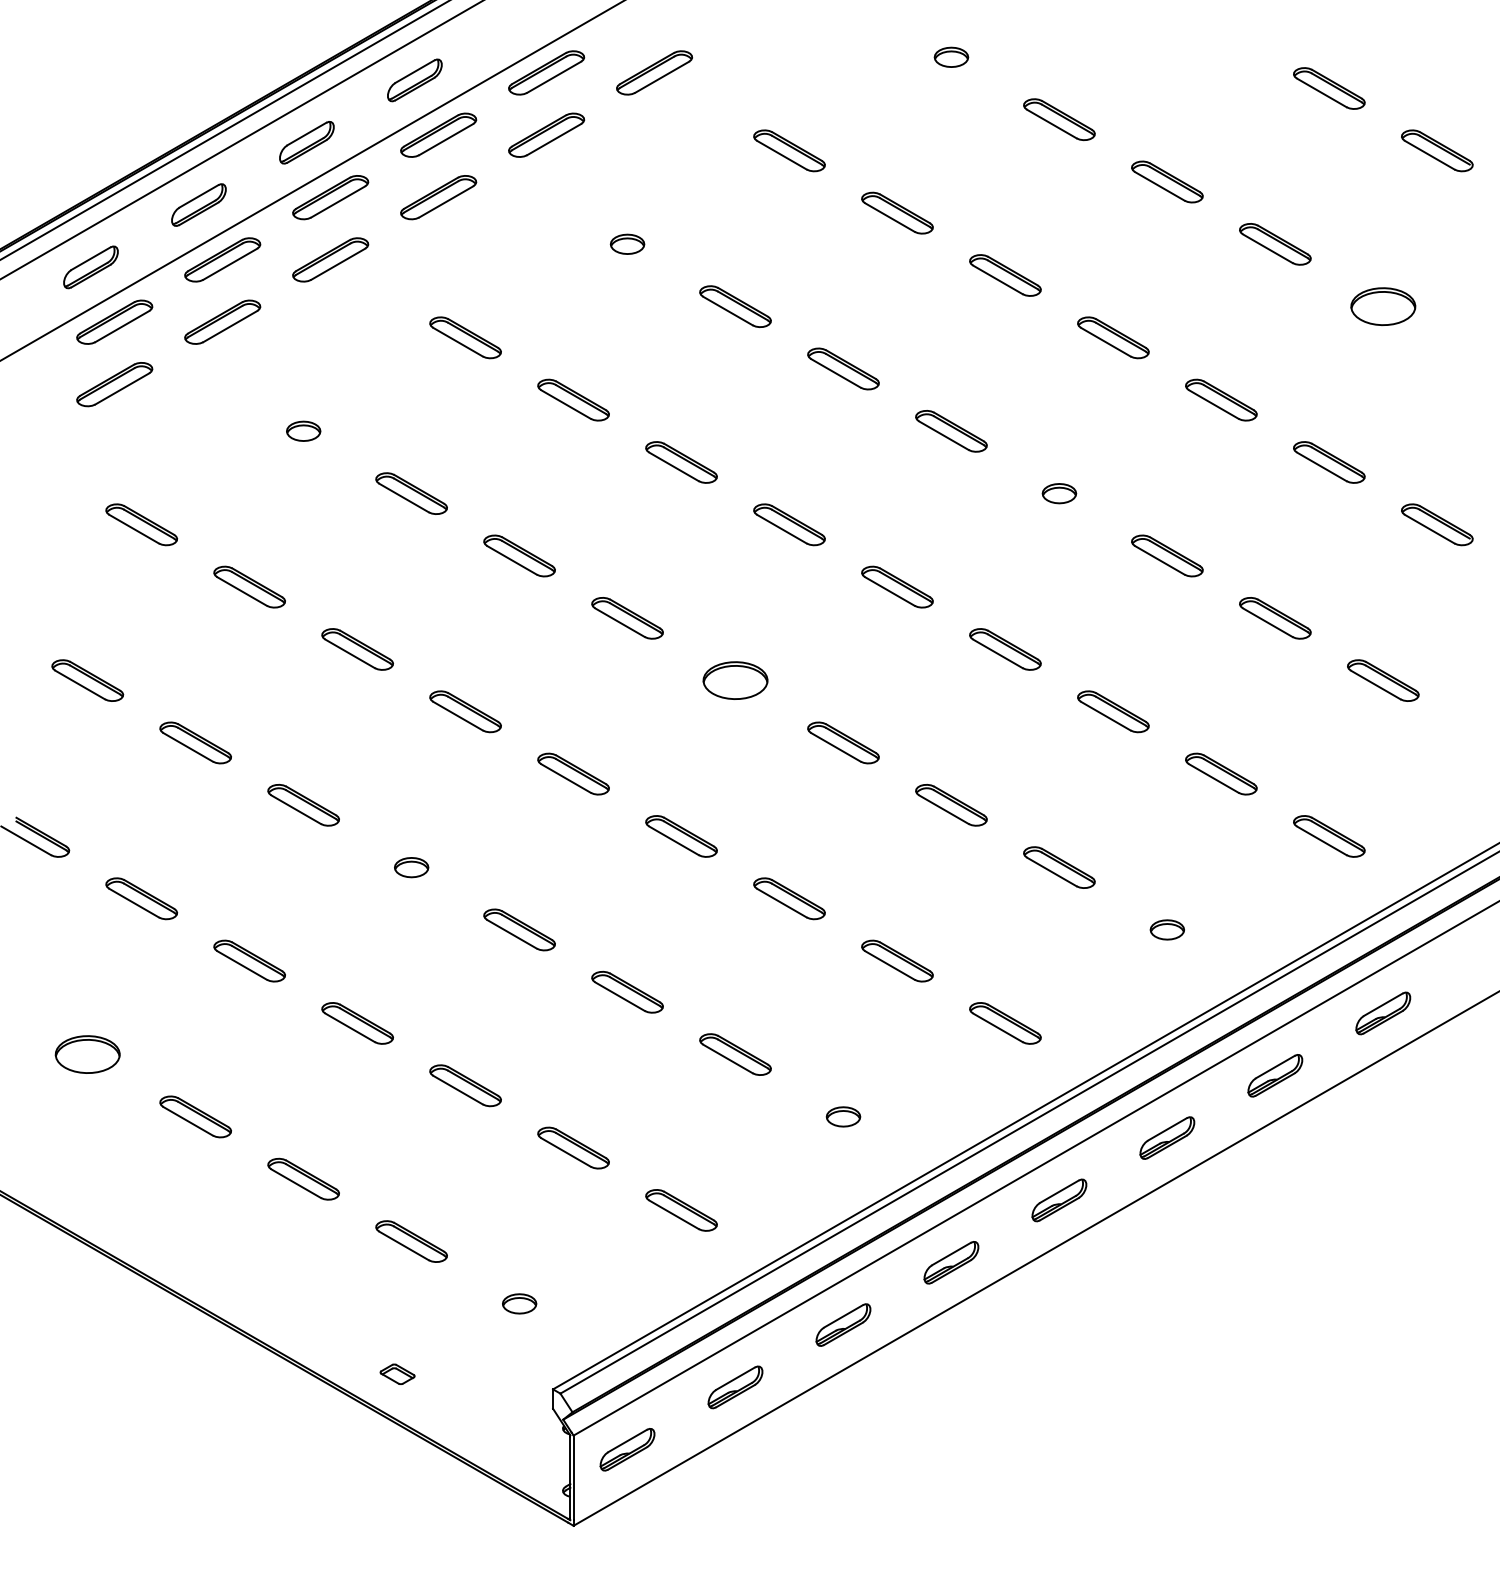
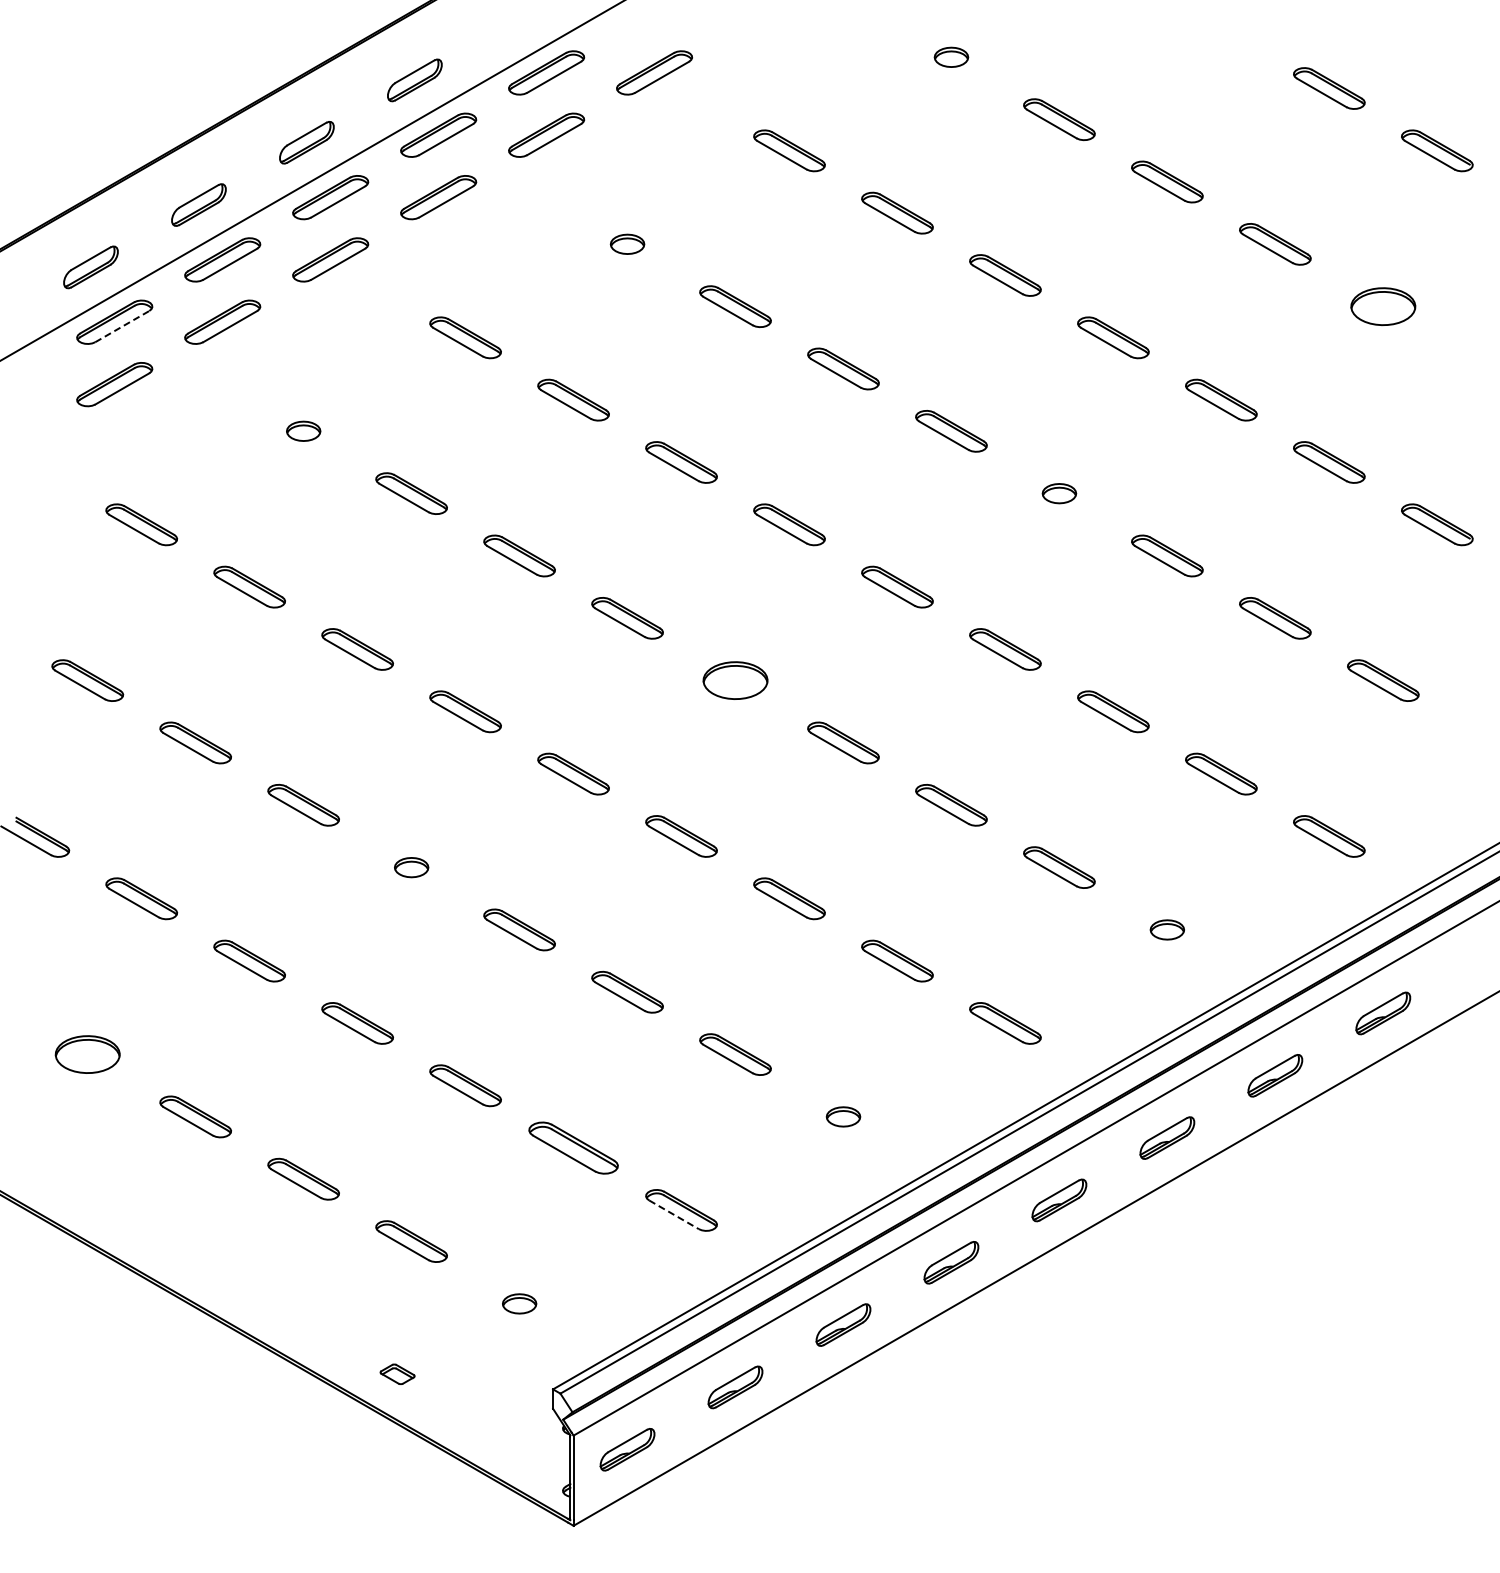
line at (224, 130): present -> none
line at (241, 140): present -> none
line at (122, 326): solid -> dashed
part at (573, 1147) size: 73x44 px -> 91x54 px
line at (674, 1214): solid -> dashed
